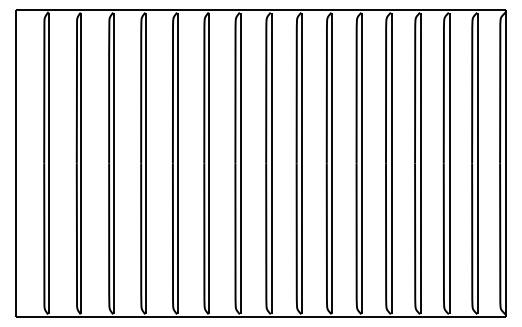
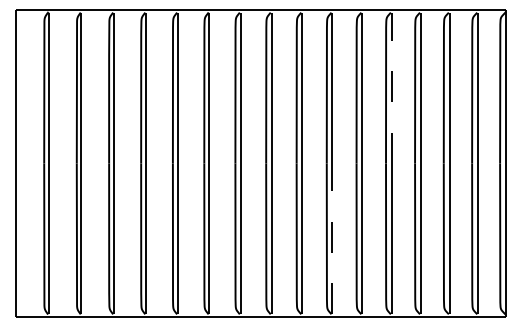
line at (391, 87): solid -> dashed
line at (332, 238): solid -> dashed
